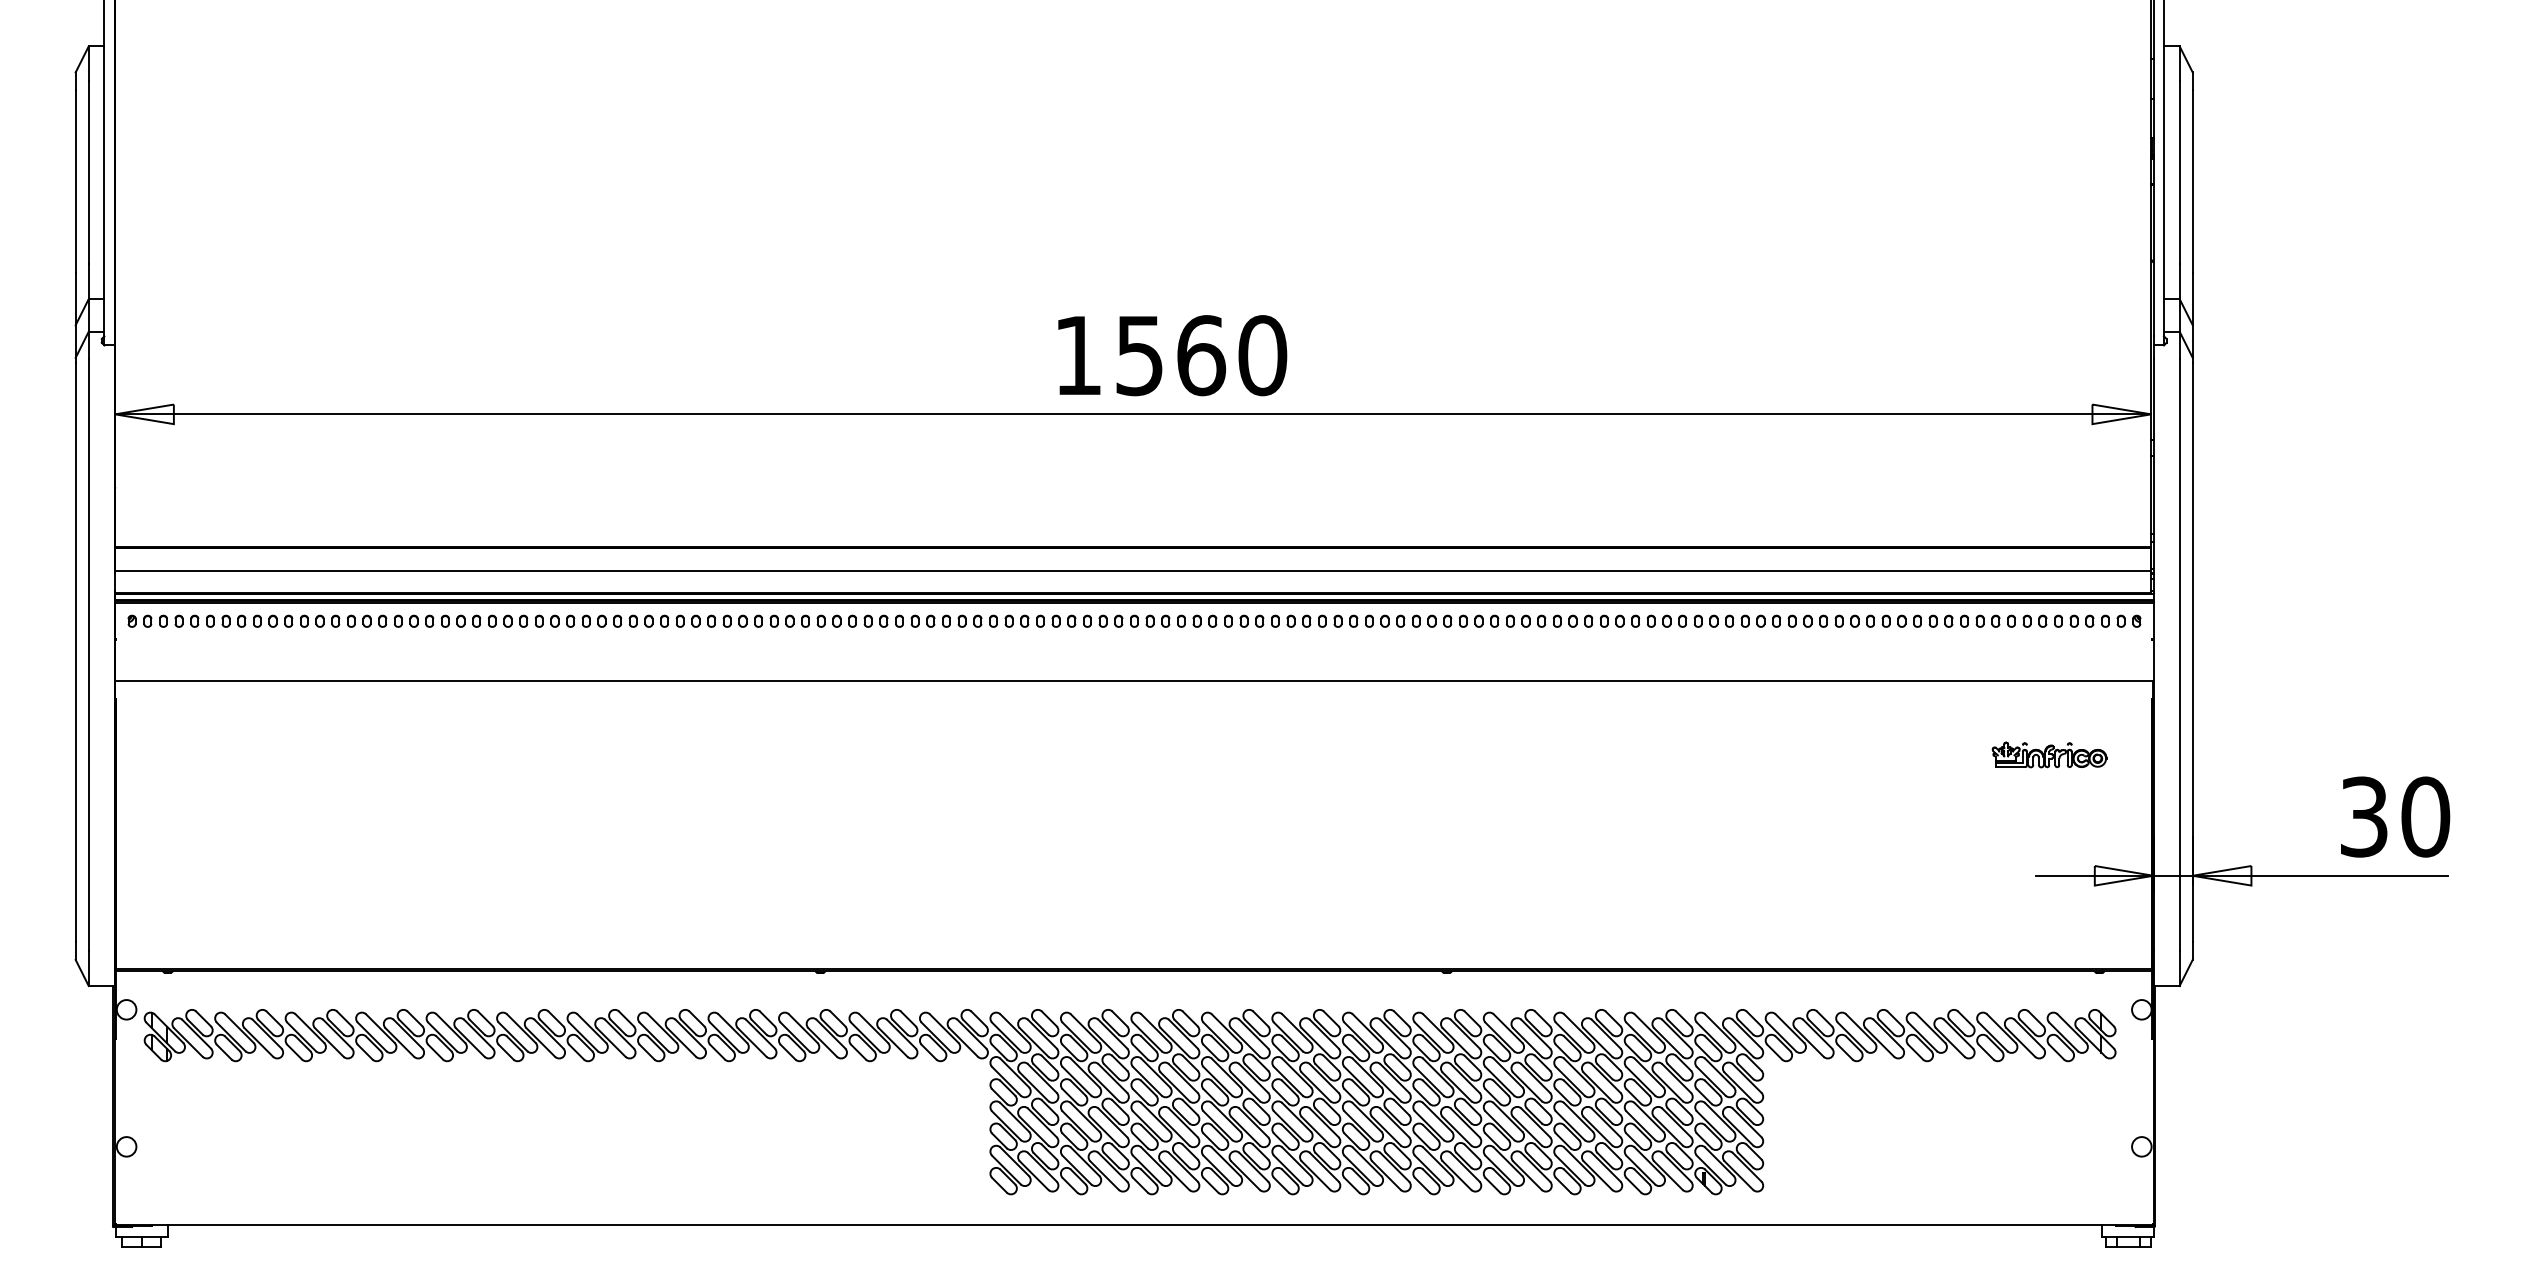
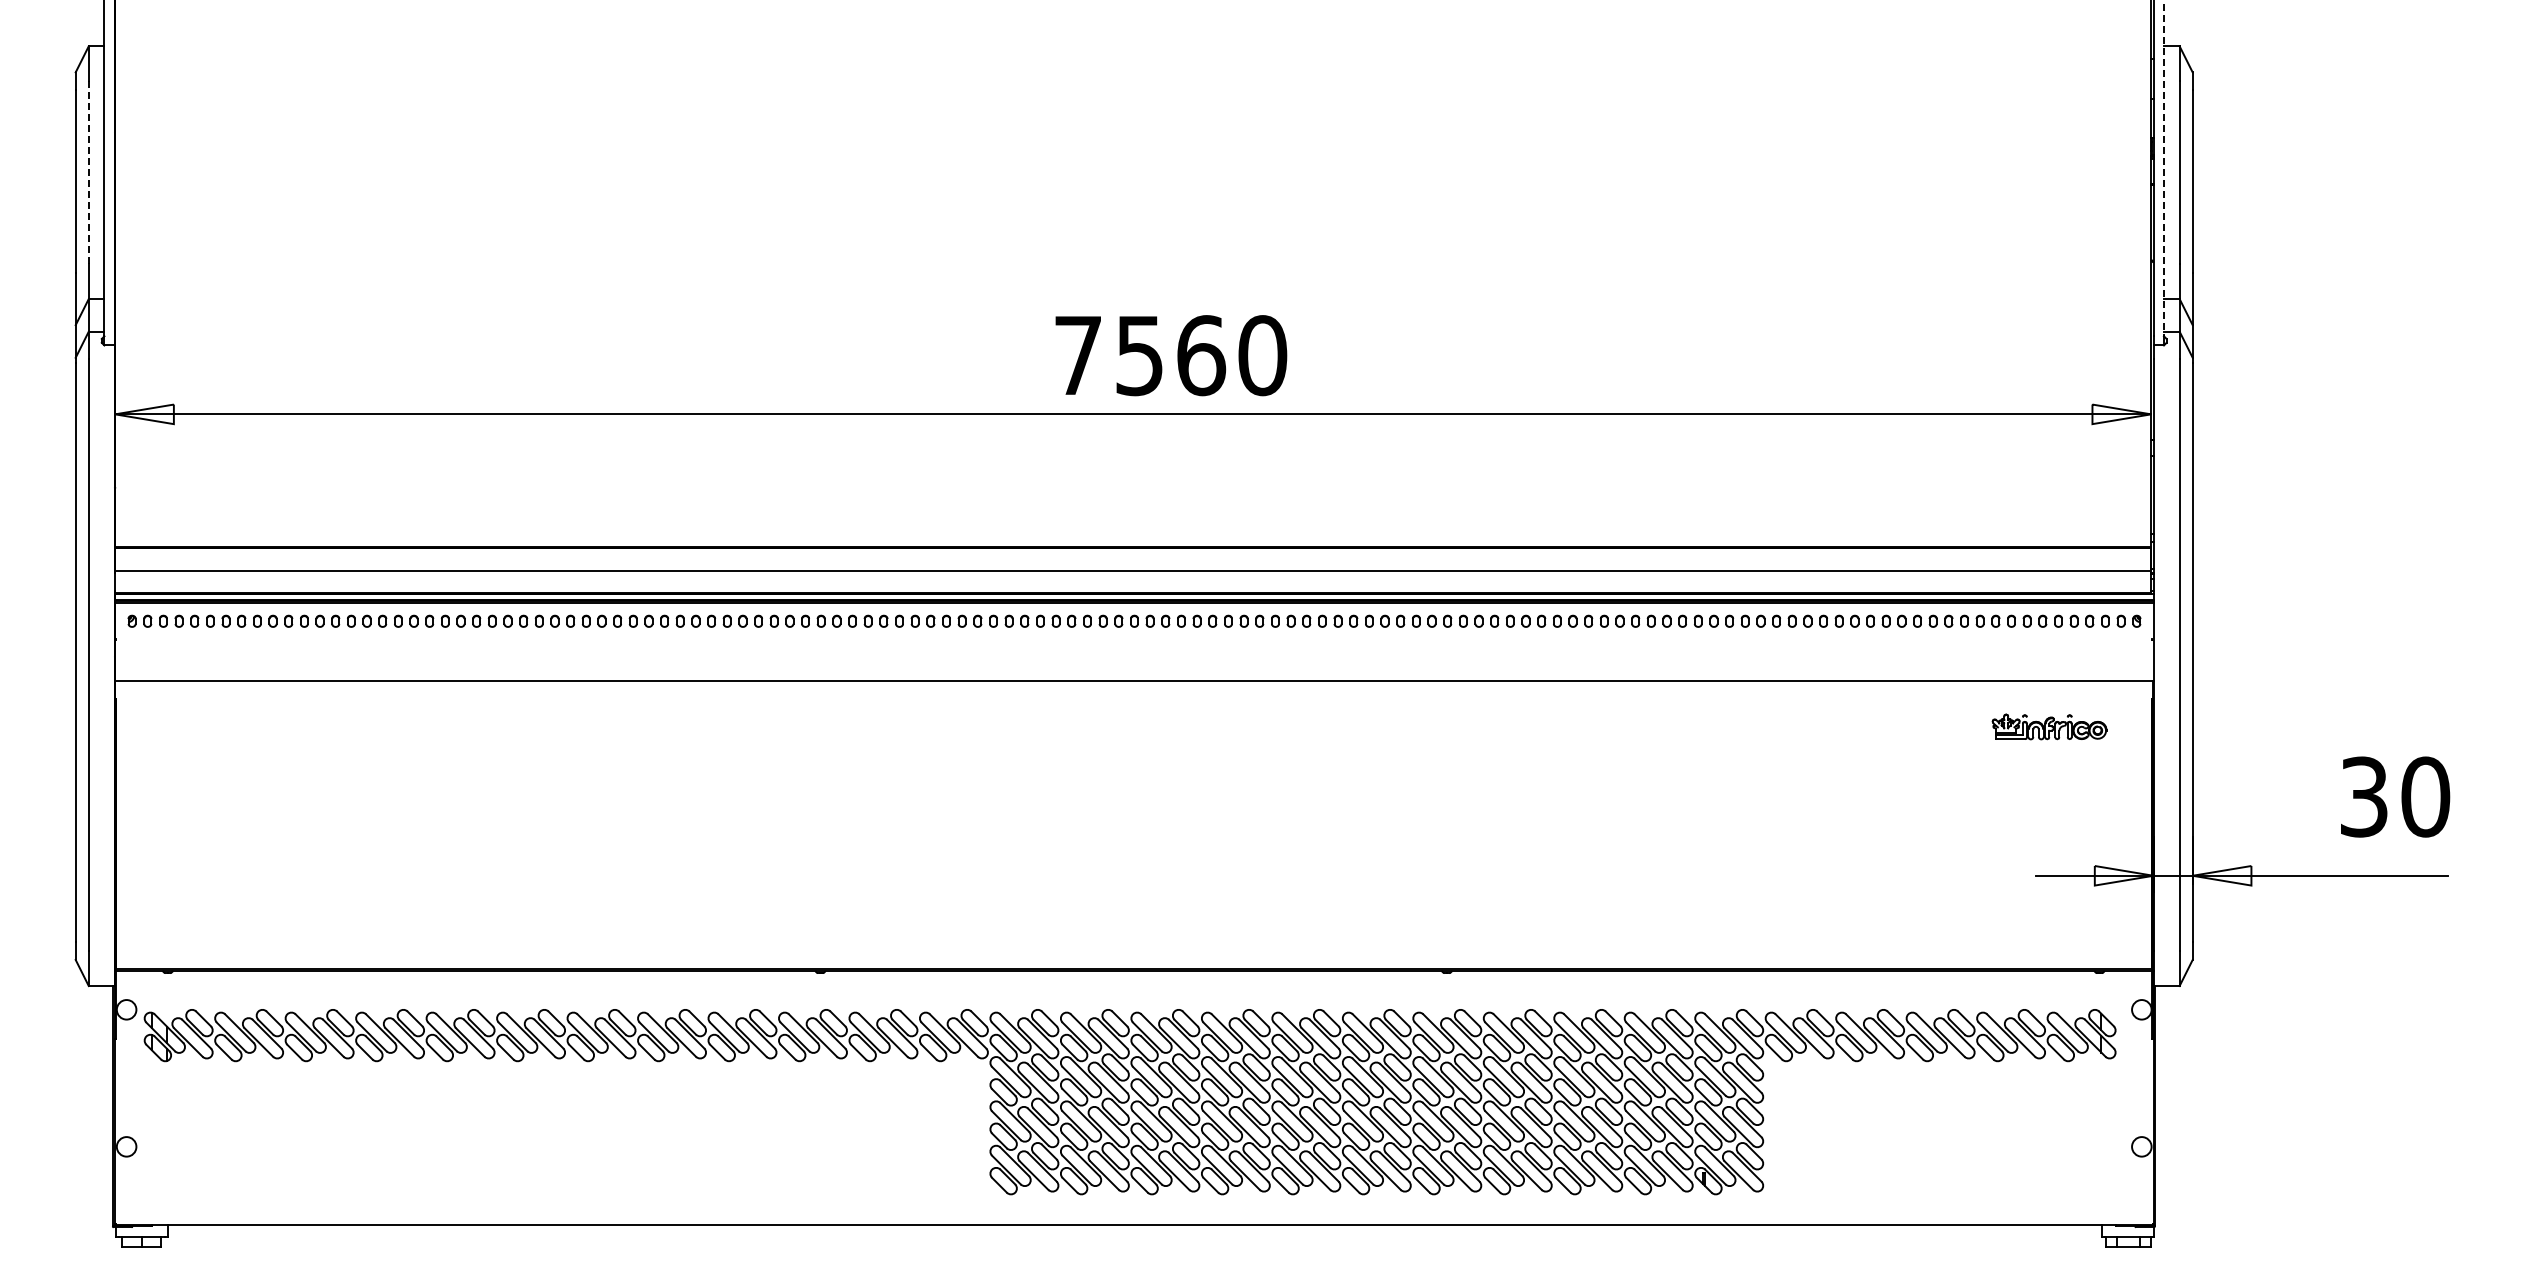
line at (2163, 168): solid -> dashed
line at (88, 172): solid -> dashed
text at (1077, 355): 1560 -> 7560
part at (2049, 754) position: (2049, 754) -> (2049, 726)
text at (2395, 816) position: (2395, 816) -> (2395, 796)
